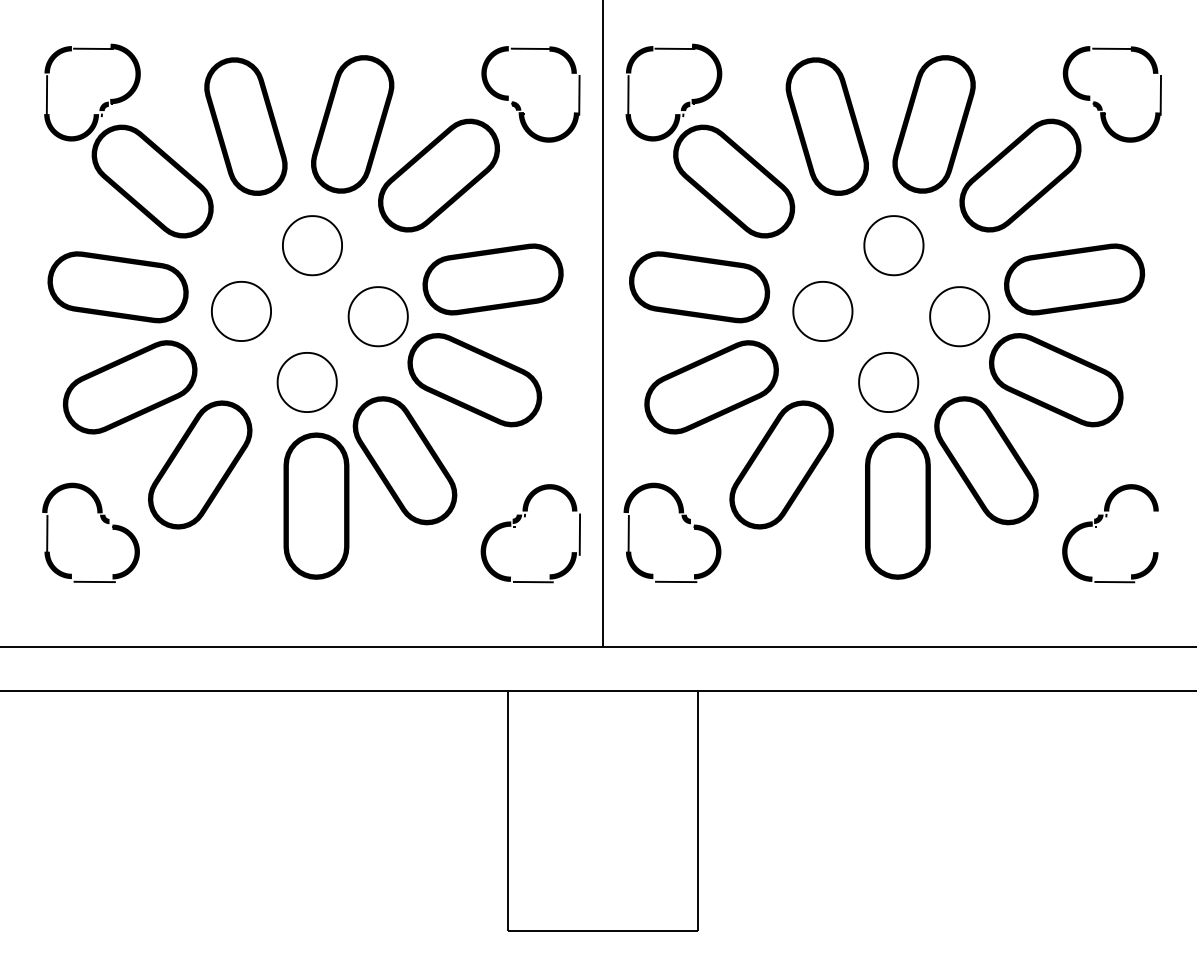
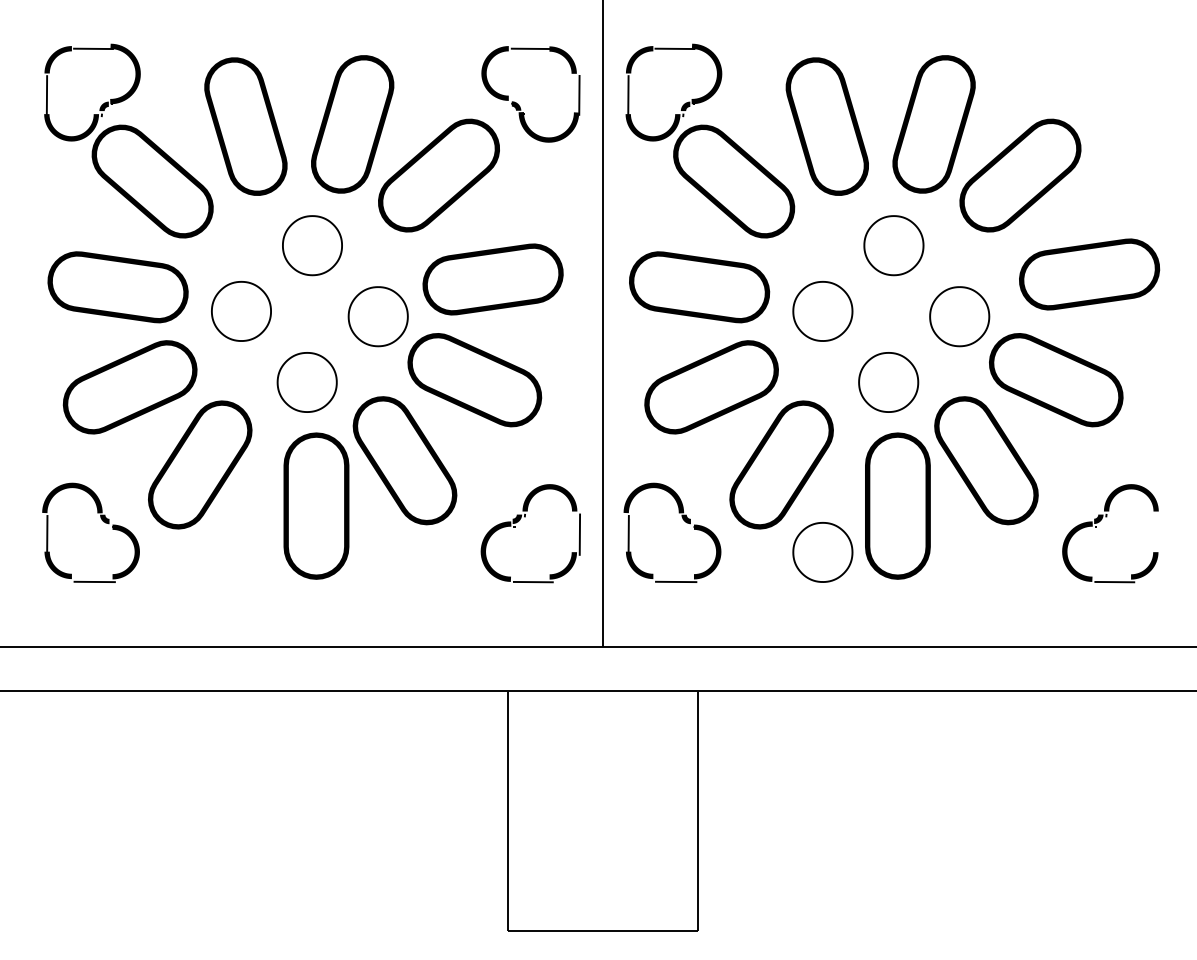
part at (1100, 104): present -> none
part at (1074, 279) position: (1074, 279) -> (1089, 274)
part at (822, 552): none -> present
